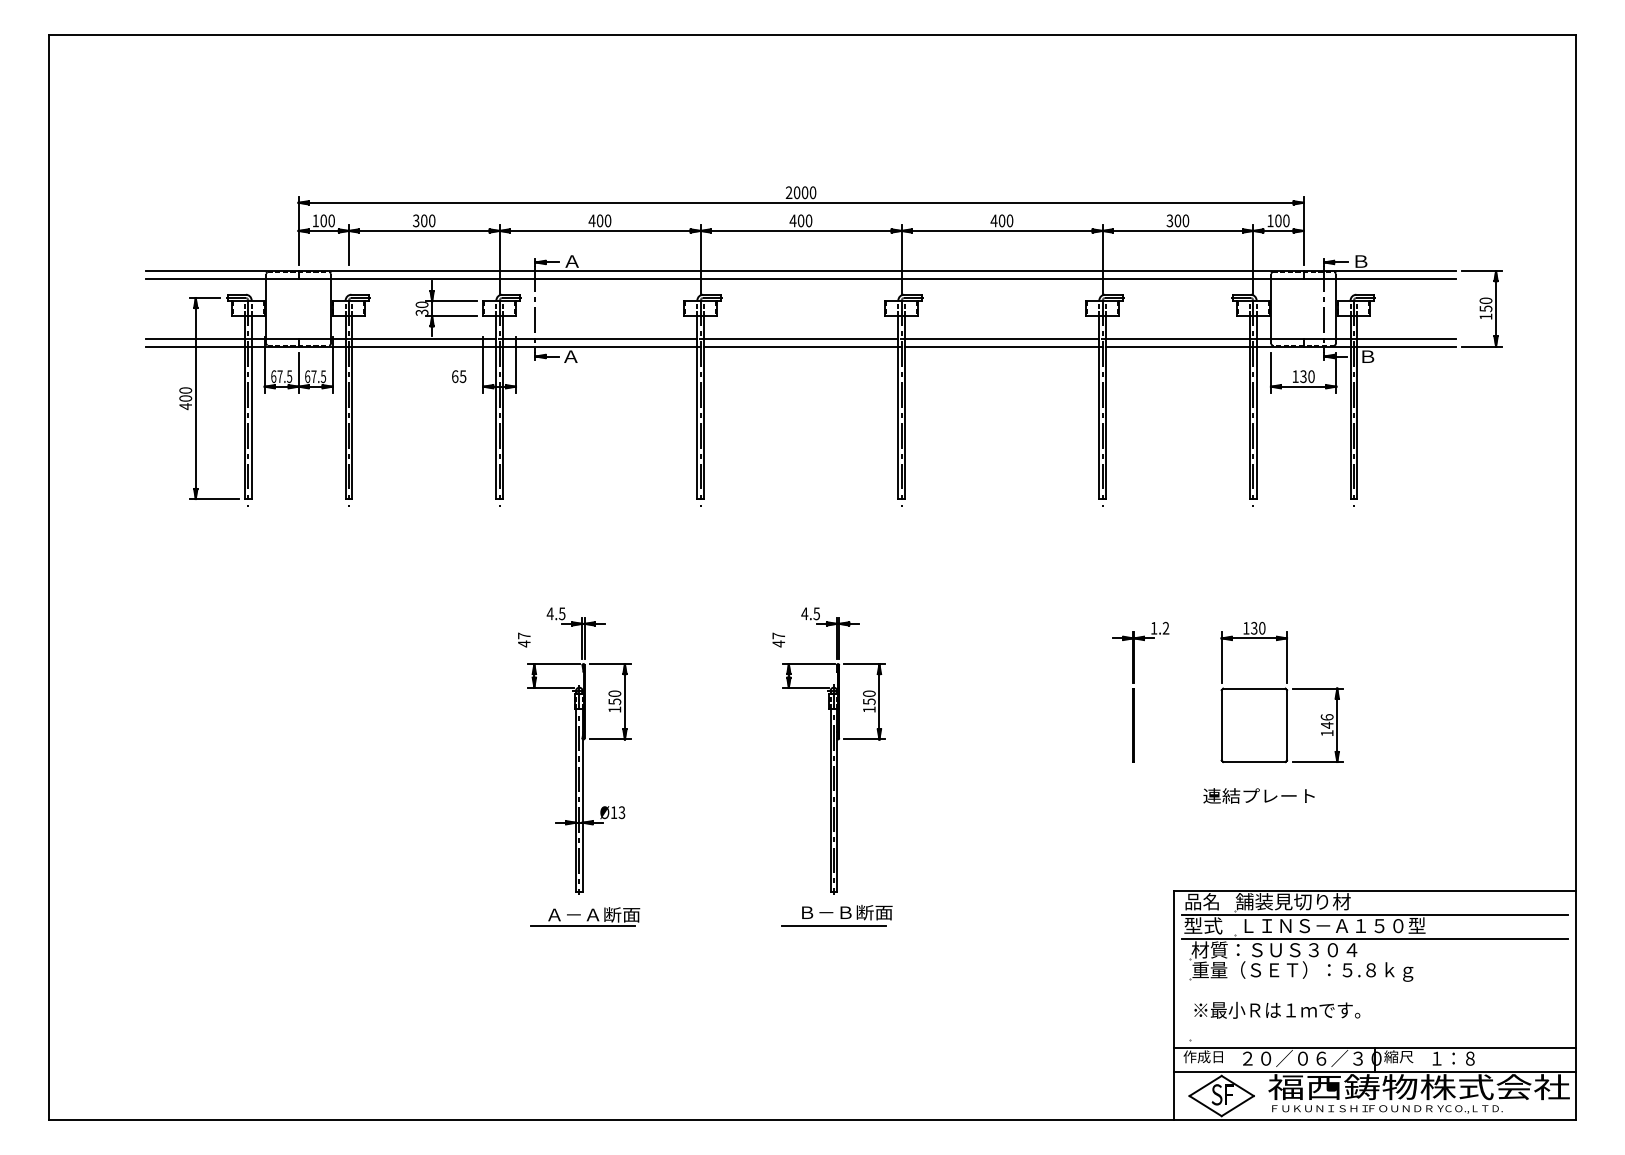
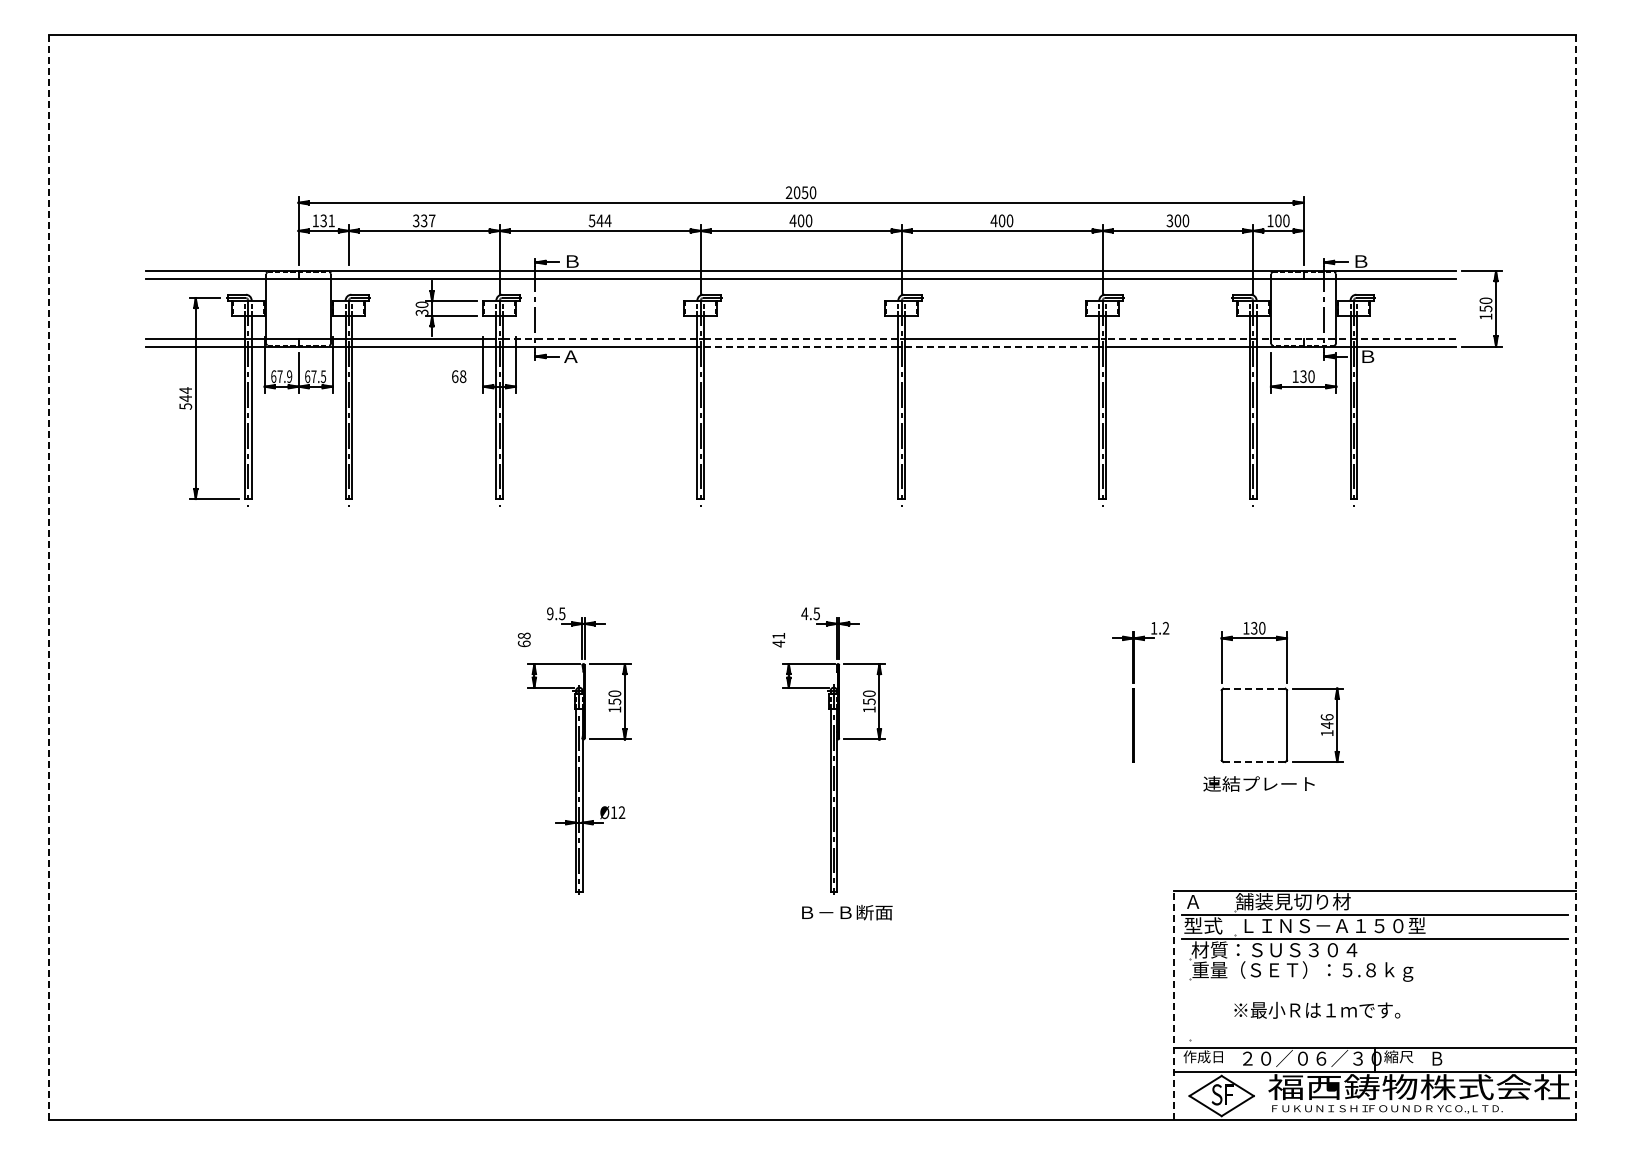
text at (804, 192): 2000 -> 2050
text at (327, 220): 100 -> 131
text at (427, 220): 300 -> 337
text at (599, 220): 400 -> 544
text at (571, 261): Ａ -> Ｂ
line at (599, 338): solid -> dashed
line at (800, 338): solid -> dashed
line at (1280, 338): solid -> dashed
line at (800, 346): solid -> dashed
line at (1001, 346): solid -> dashed
text at (289, 376): 67.5 -> 67.9
text at (462, 376): 65 -> 68
text at (185, 398): 400 -> 544
line at (48, 577): solid -> dashed
line at (1576, 577): solid -> dashed
text at (549, 613): 4.5 -> 9.5
text at (778, 635): 47 -> 41
text at (523, 639): 47 -> 68
line at (1254, 688): solid -> dashed
line at (1254, 762): solid -> dashed
text at (1258, 795) position: (1258, 795) -> (1258, 783)
text at (621, 813): Ø13 -> Ø12
text at (1201, 901): 品名 -> Ａ
part at (585, 916): present -> none
line at (834, 925): present -> none
line at (1174, 1005): solid -> dashed
text at (1277, 1009) position: (1277, 1009) -> (1317, 1009)
text at (1453, 1058): １：８ -> Ｂ
